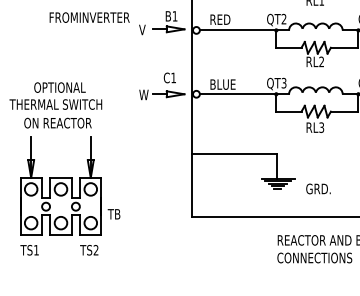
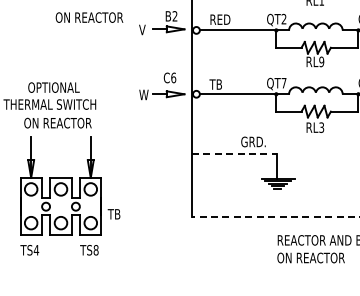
text at (174, 16): B1 -> B2
text at (89, 17): FROM^JINVERTER -> ON REACTOR
text at (321, 61): RL2 -> RL9
text at (173, 77): C1 -> C6
text at (283, 82): QT3 -> QT7
text at (222, 84): BLUE -> TB
text at (55, 95) position: (55, 95) -> (49, 95)
line at (234, 154): solid -> dashed
text at (318, 188) position: (318, 188) -> (253, 141)
line at (276, 217): solid -> dashed
text at (36, 250): TS1 -> TS4
text at (95, 250): TS2 -> TS8
text at (317, 257): CONNECTIONS -> ON REACTOR
